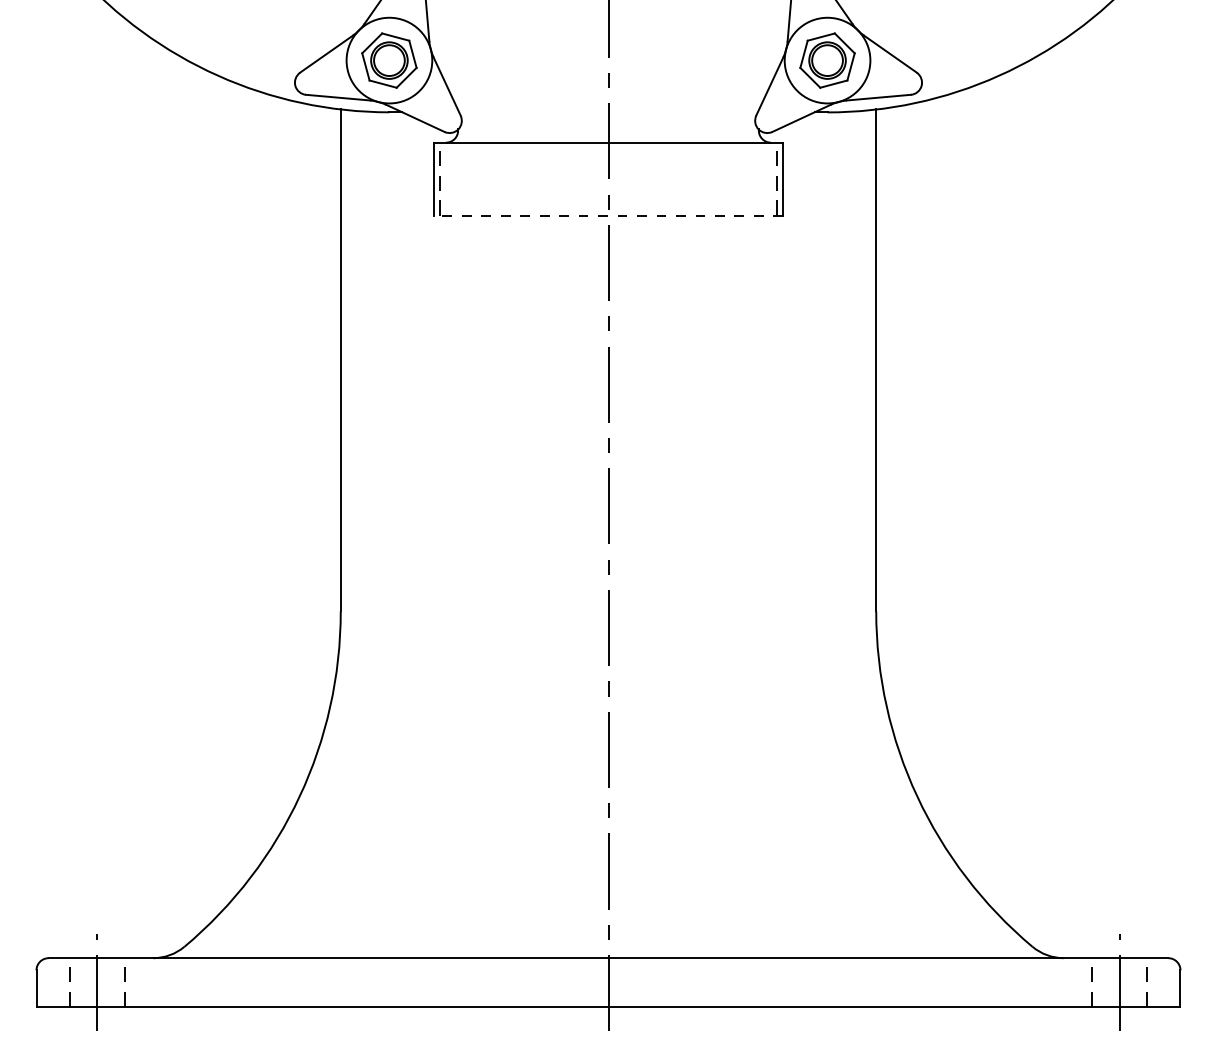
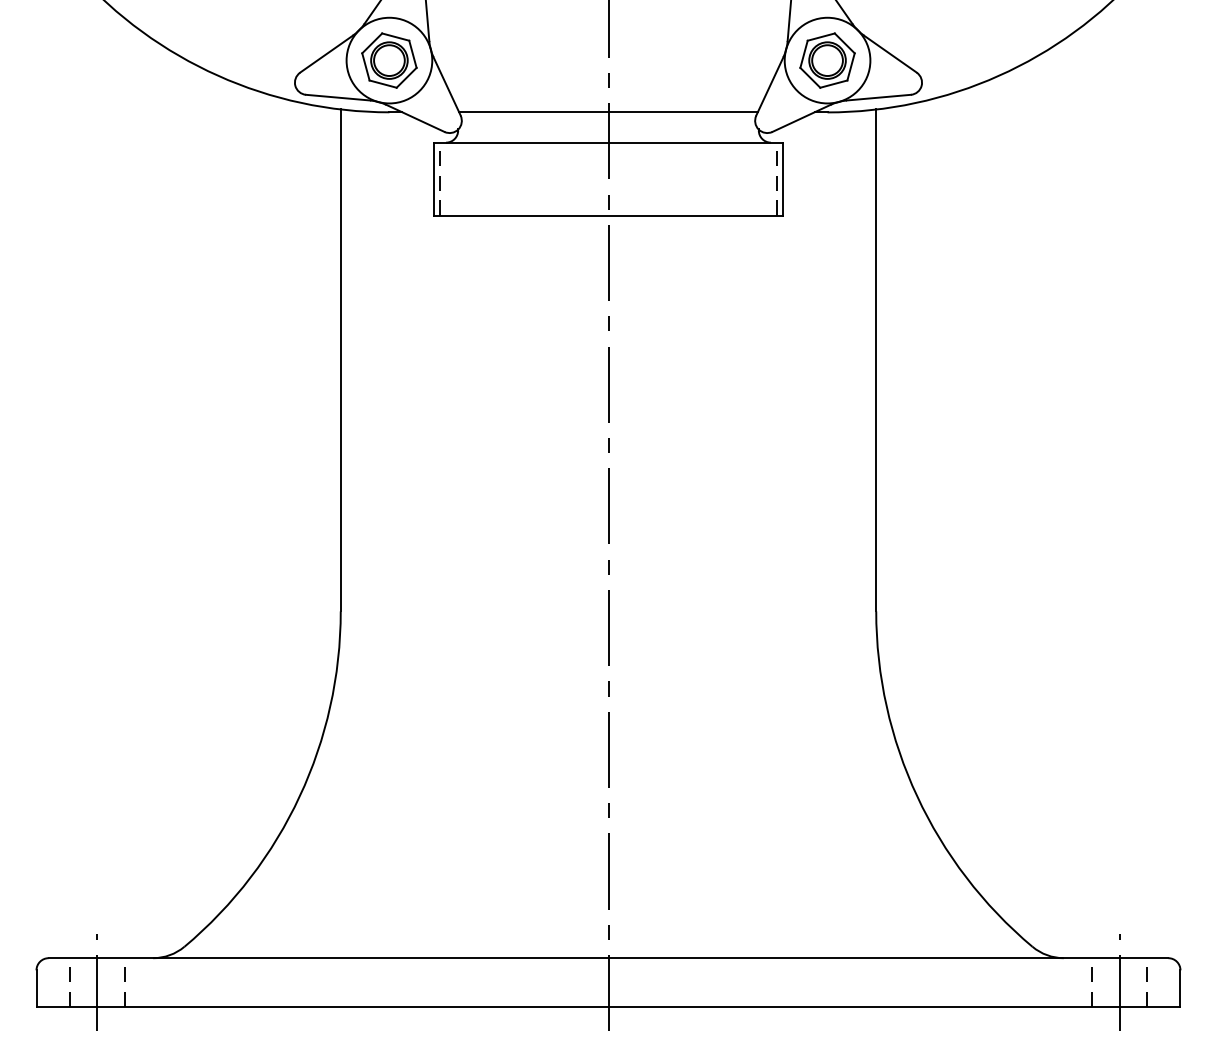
line at (608, 112): none -> present
line at (608, 215): dashed -> solid
